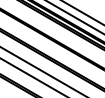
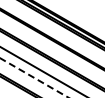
line at (82, 12): present -> none
line at (74, 17): present -> none
line at (35, 78): solid -> dashed
